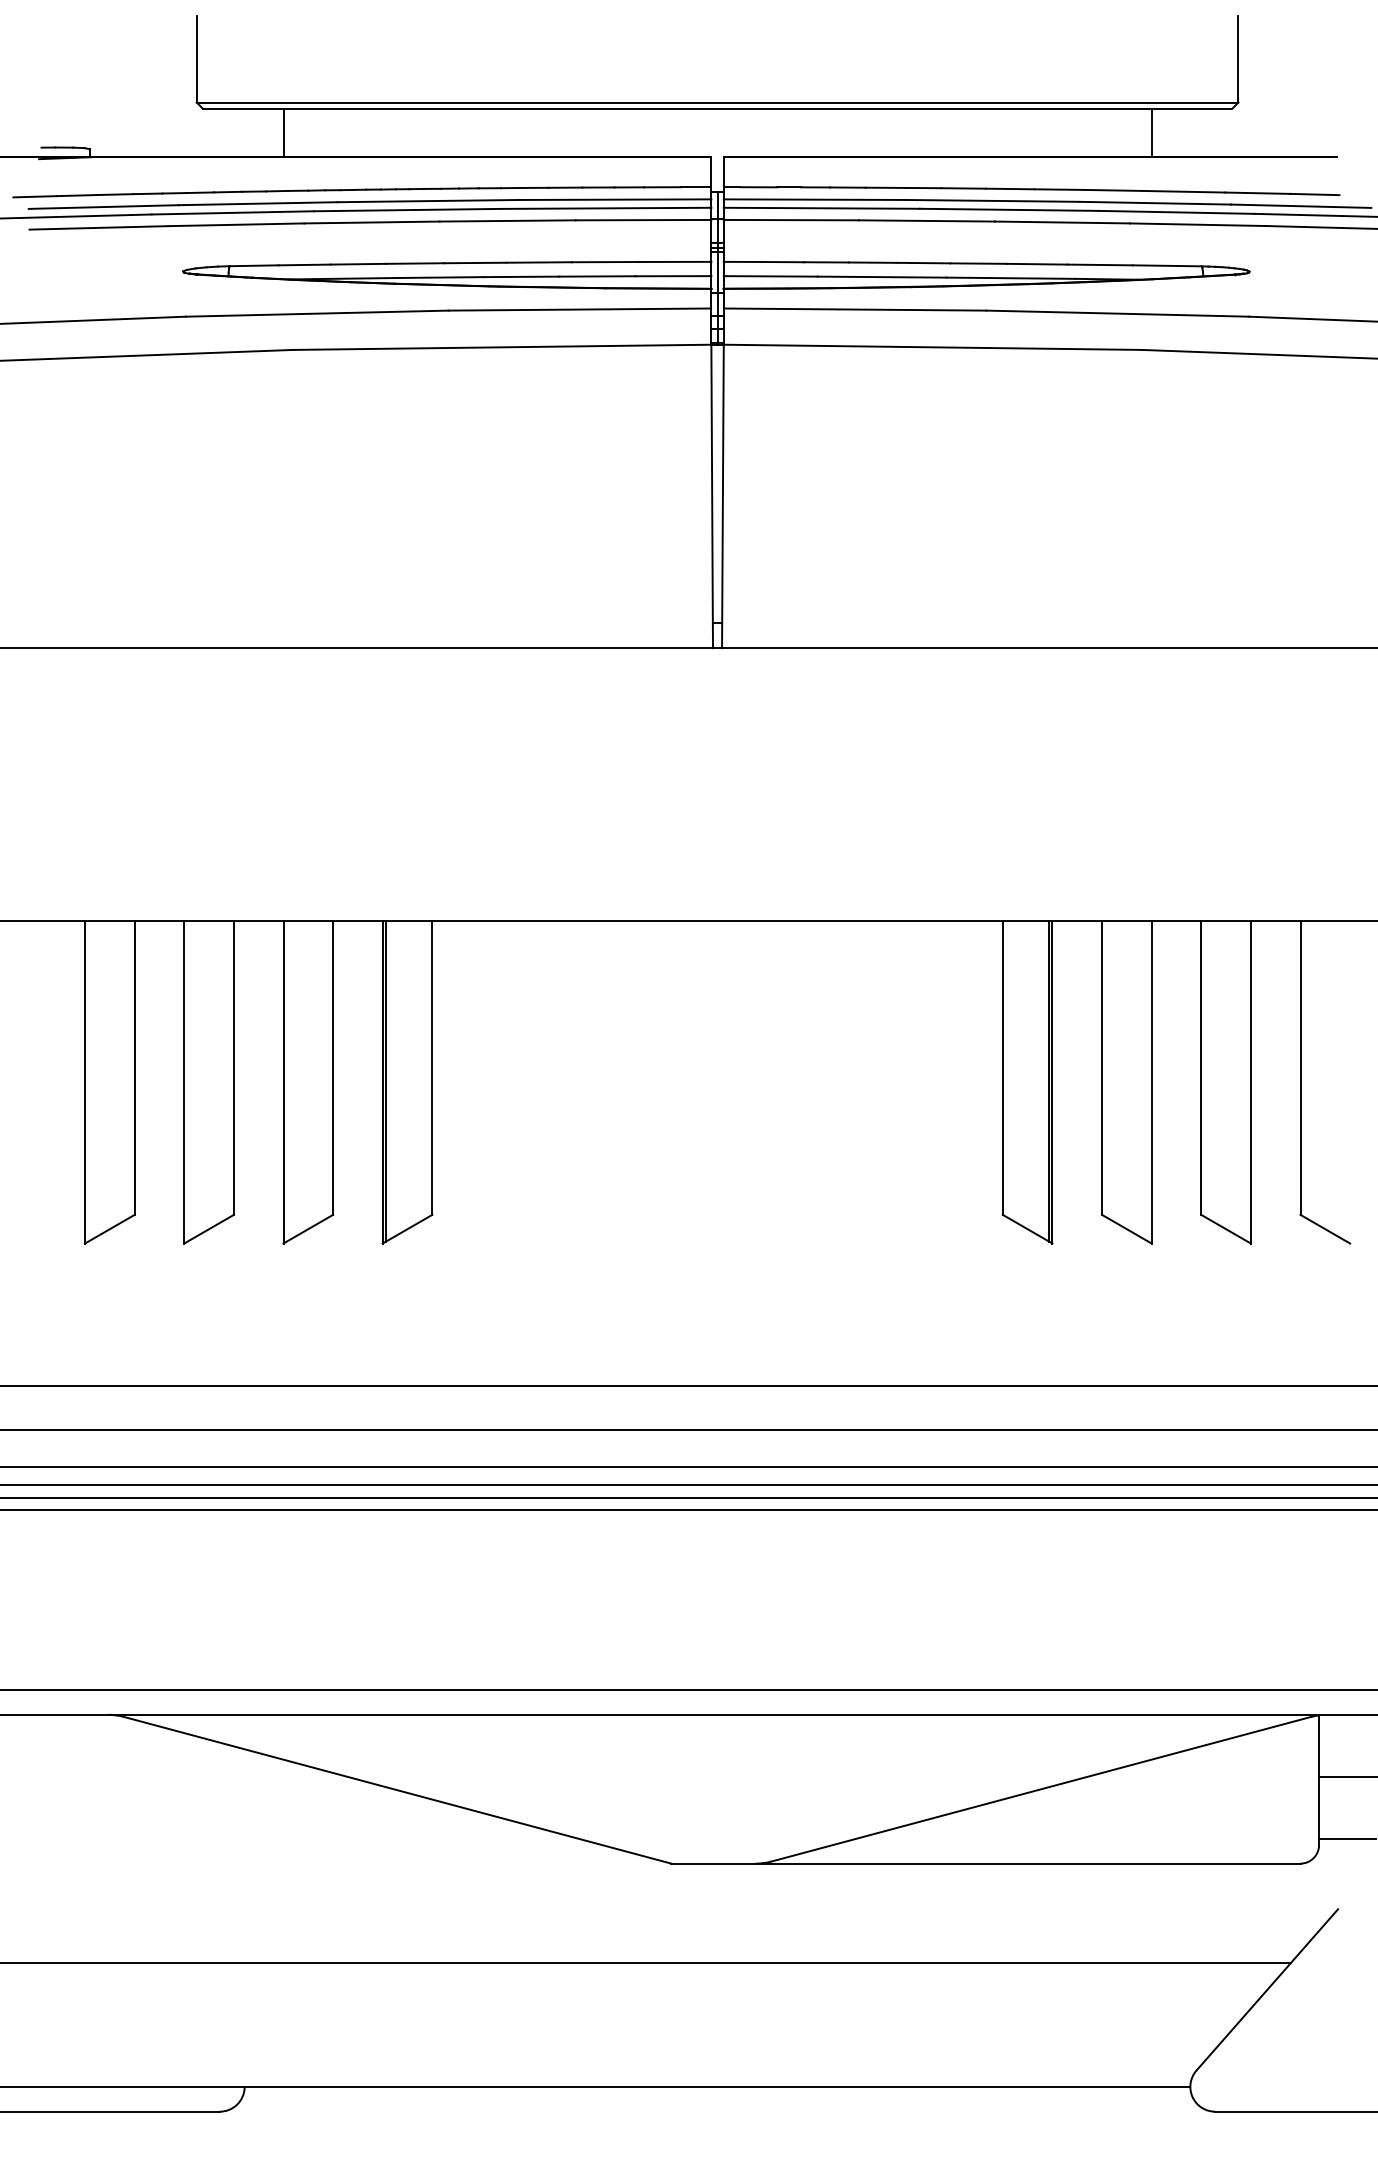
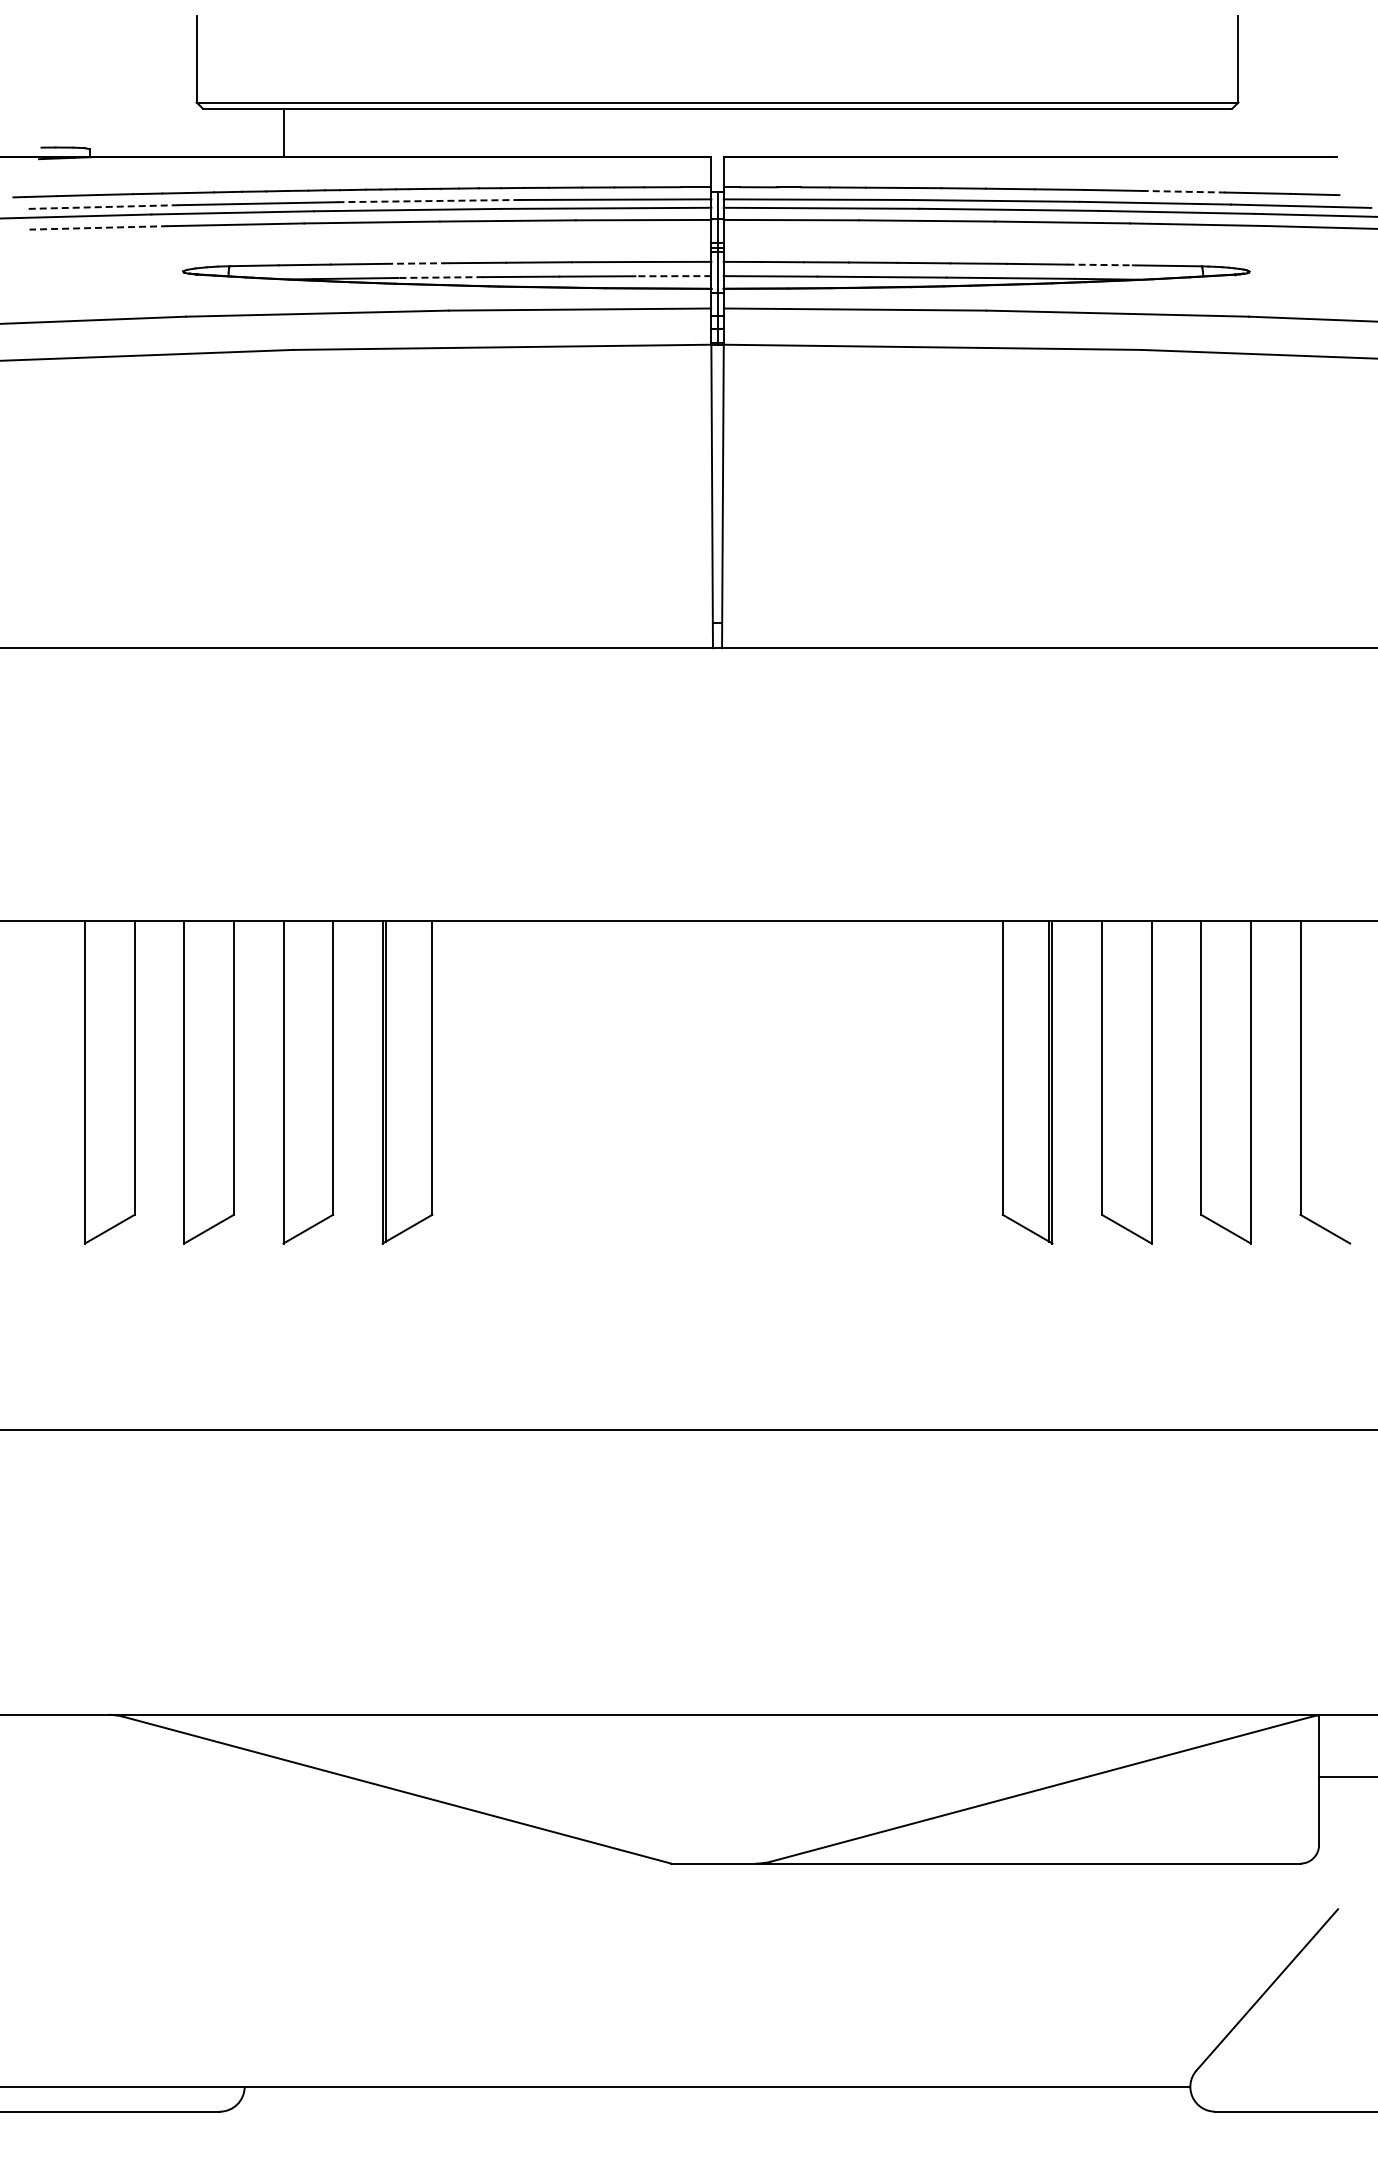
line at (1151, 132): present -> none
line at (1183, 191): solid -> dashed
line at (428, 201): solid -> dashed
line at (103, 207): solid -> dashed
line at (98, 227): solid -> dashed
line at (415, 263): solid -> dashed
line at (1100, 264): solid -> dashed
line at (672, 276): solid -> dashed
line at (440, 277): solid -> dashed
line at (688, 1386): present -> none
line at (688, 1466): present -> none
line at (688, 1485): present -> none
line at (688, 1497): present -> none
line at (688, 1510): present -> none
line at (688, 1690): present -> none
line at (1346, 1838): present -> none
line at (646, 1962): present -> none
